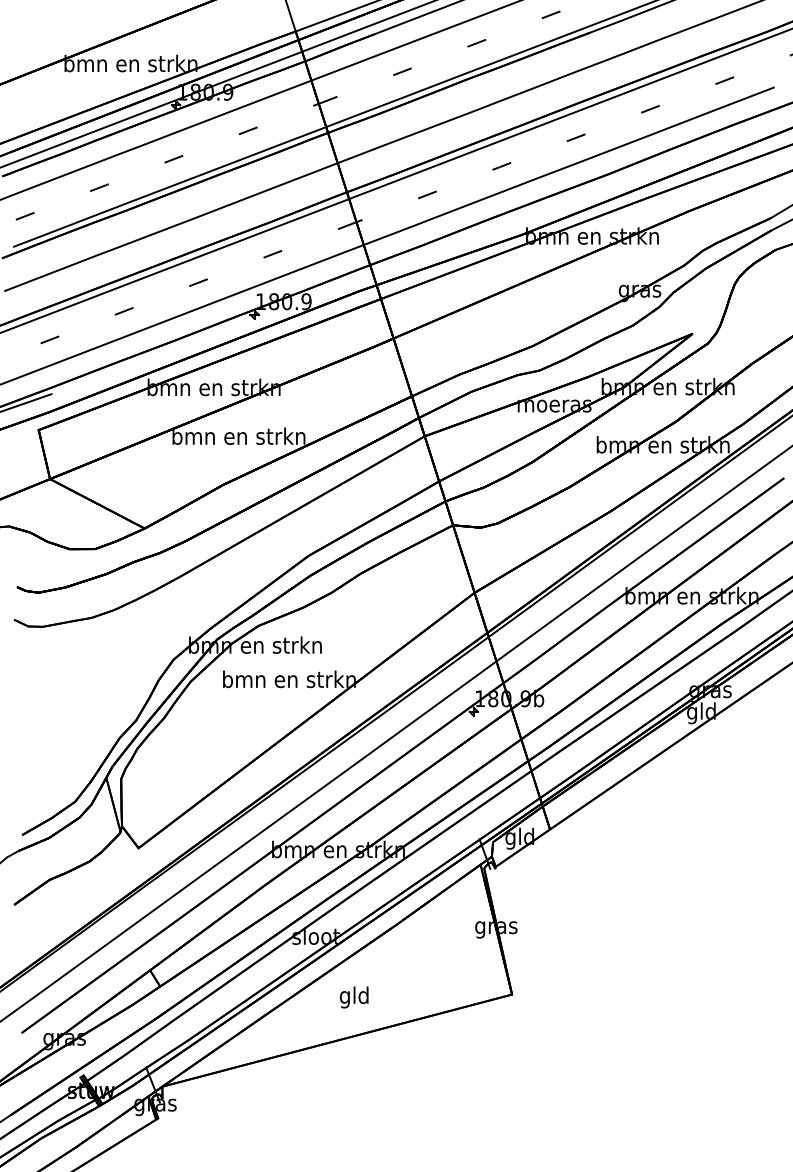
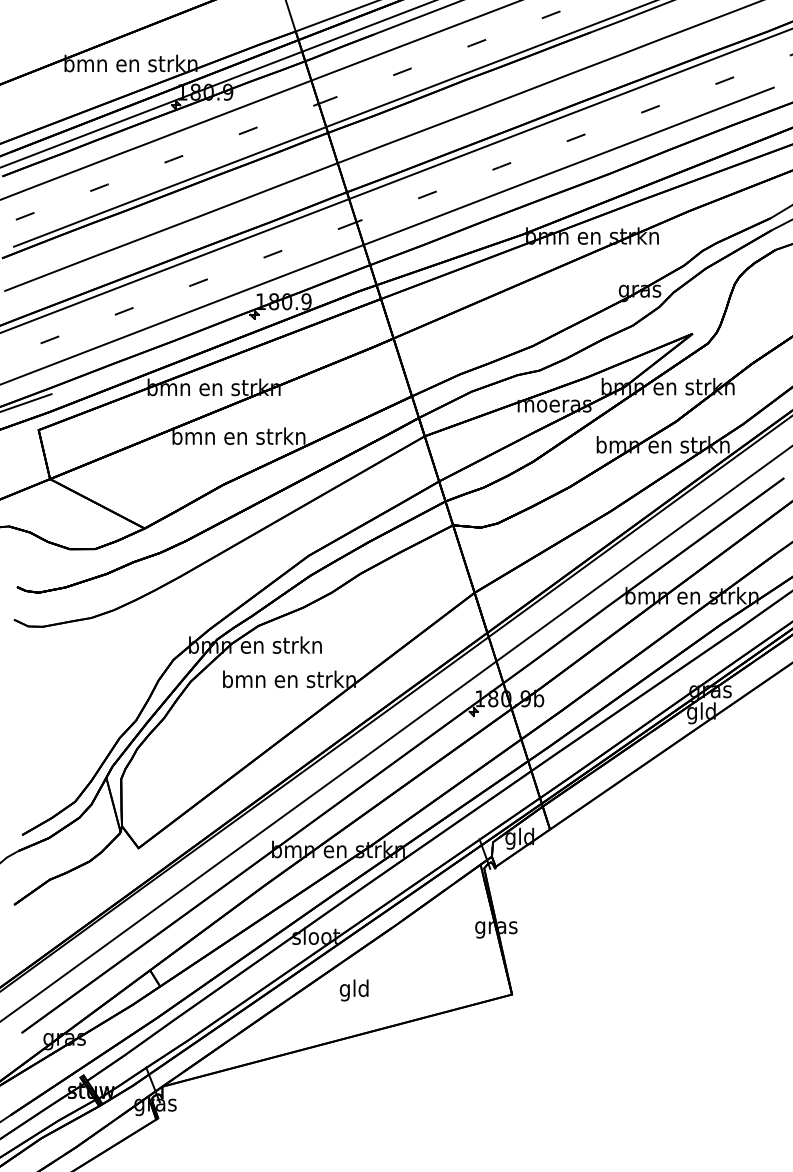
text at (353, 997) position: (353, 997) -> (353, 990)
